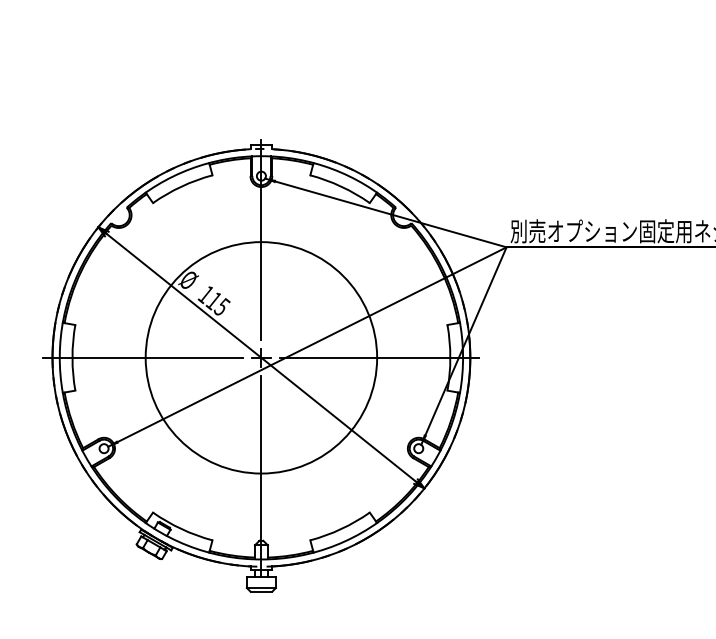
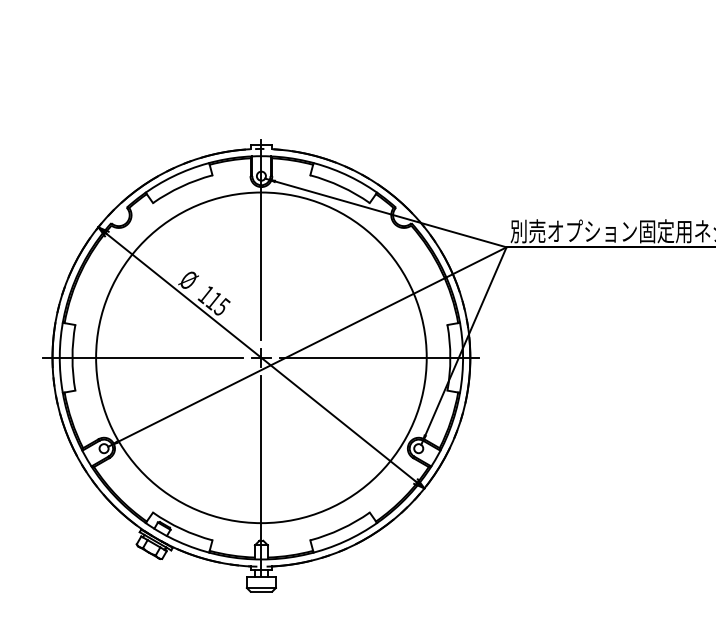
circle at (261, 357) diameter: 231 px -> 331 px
